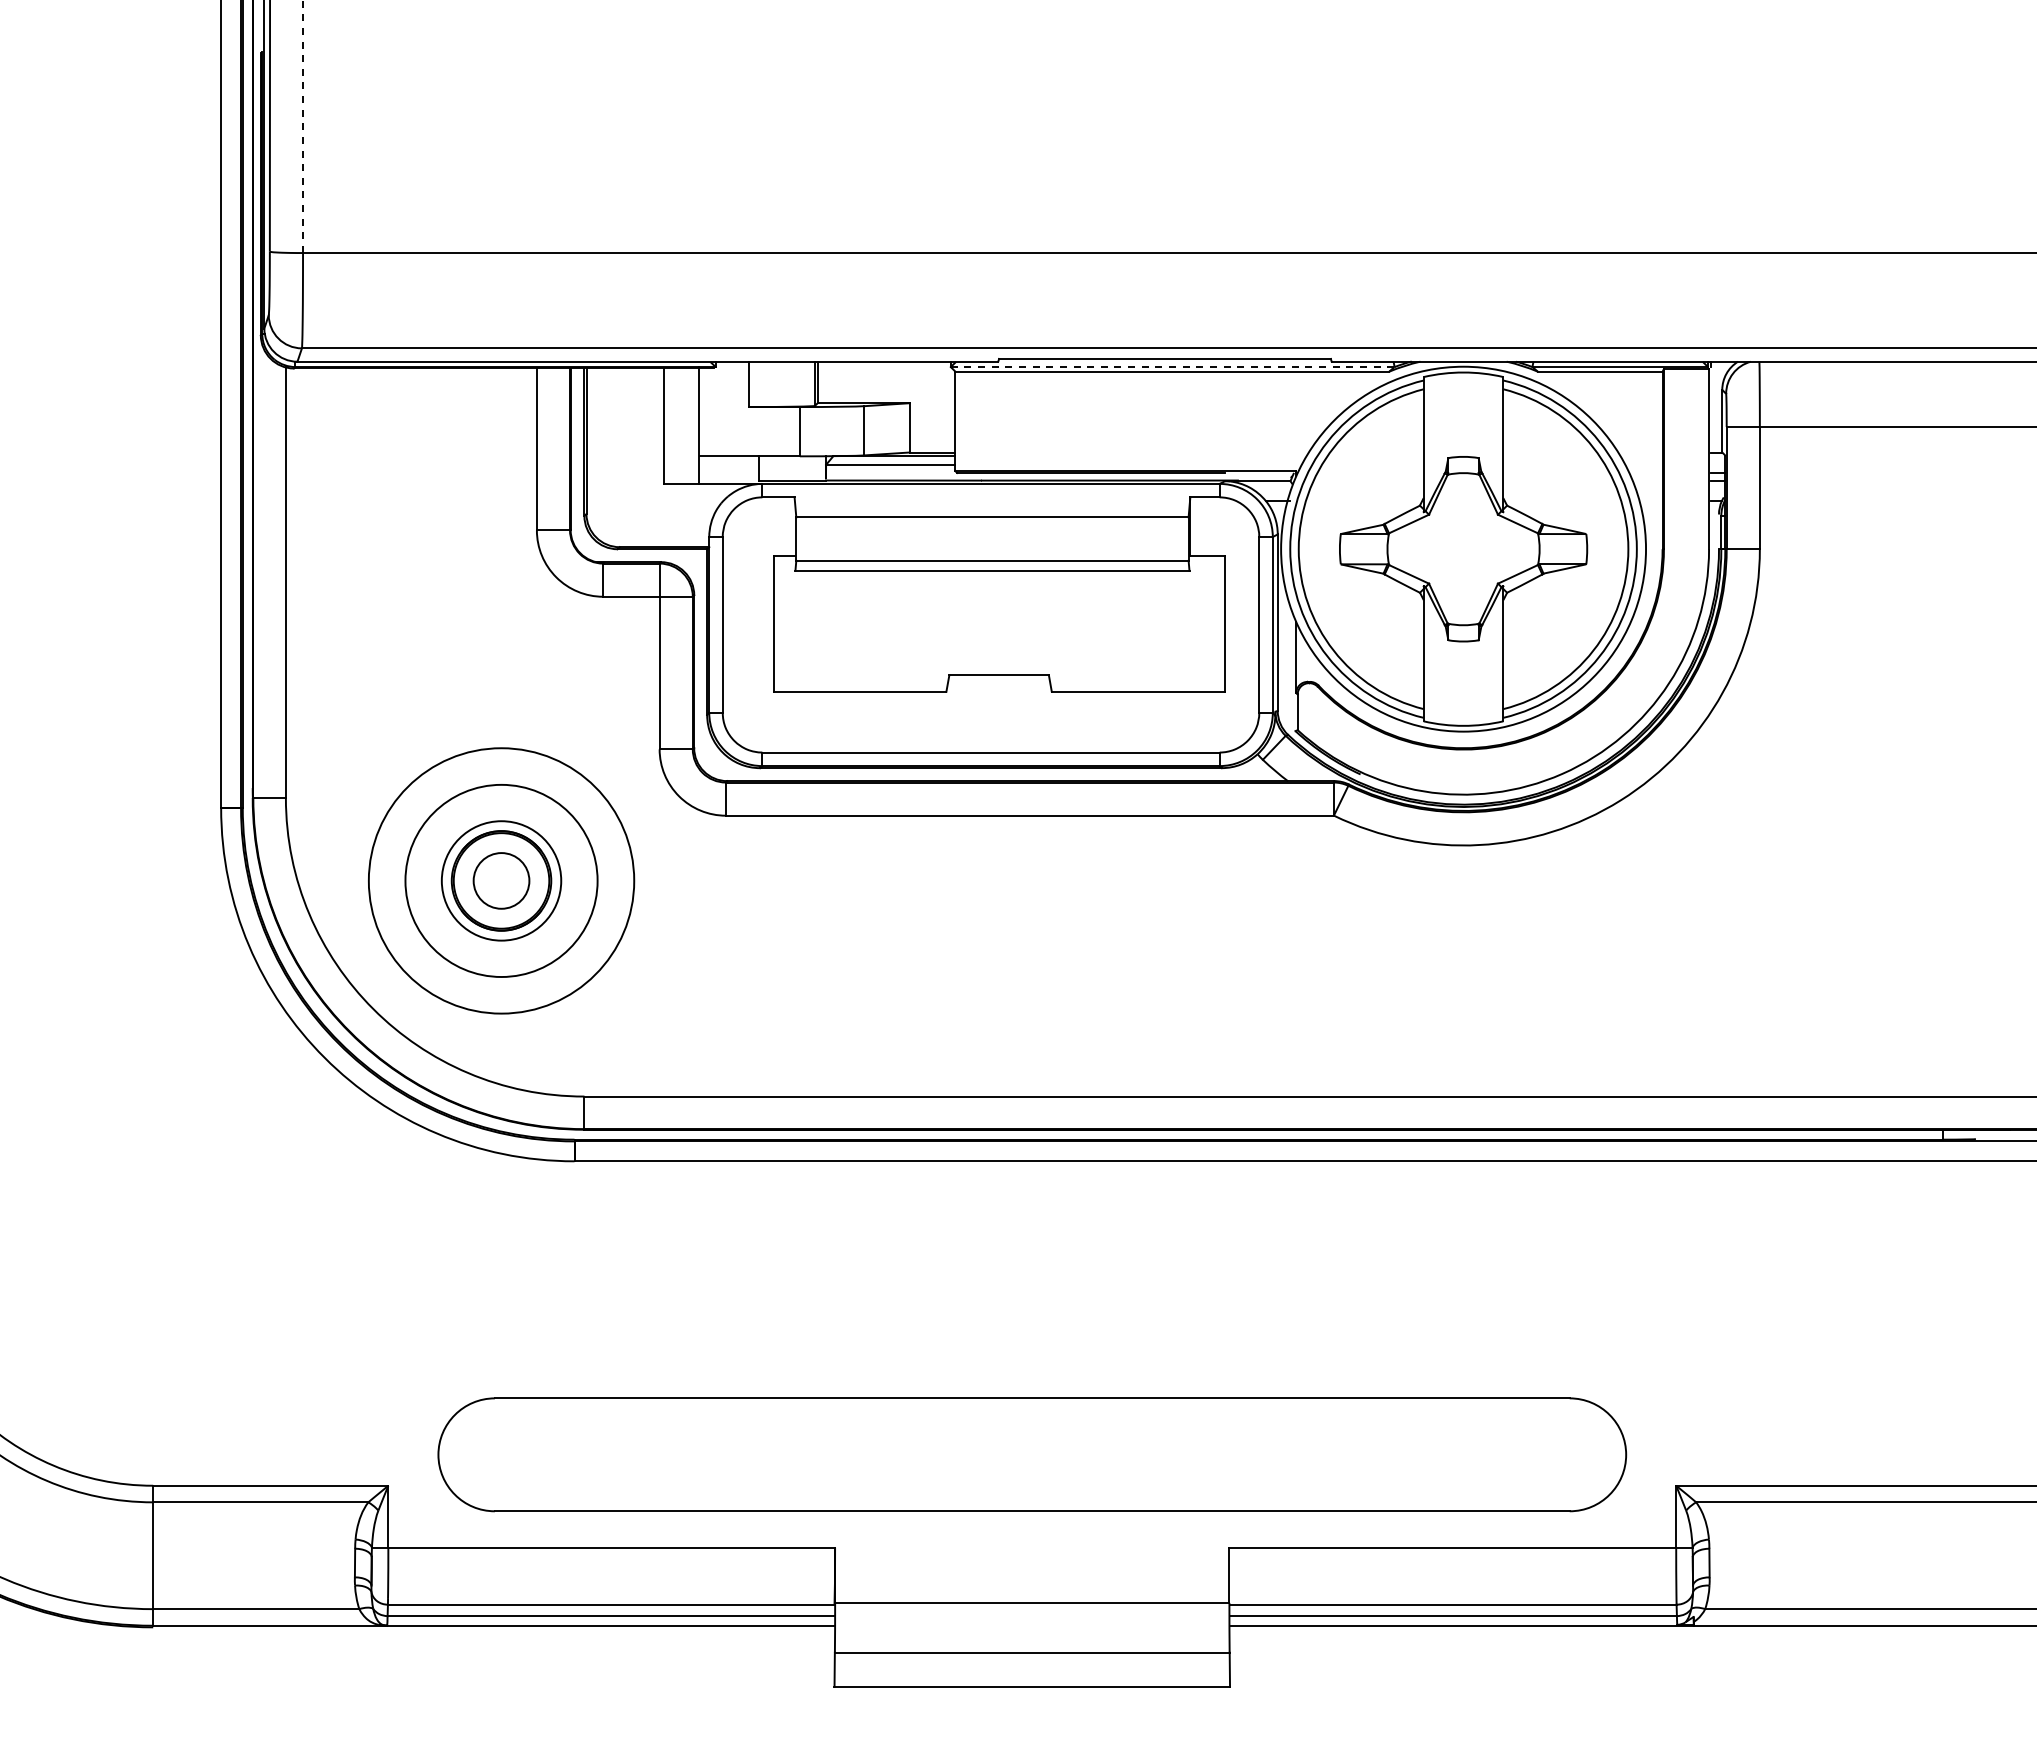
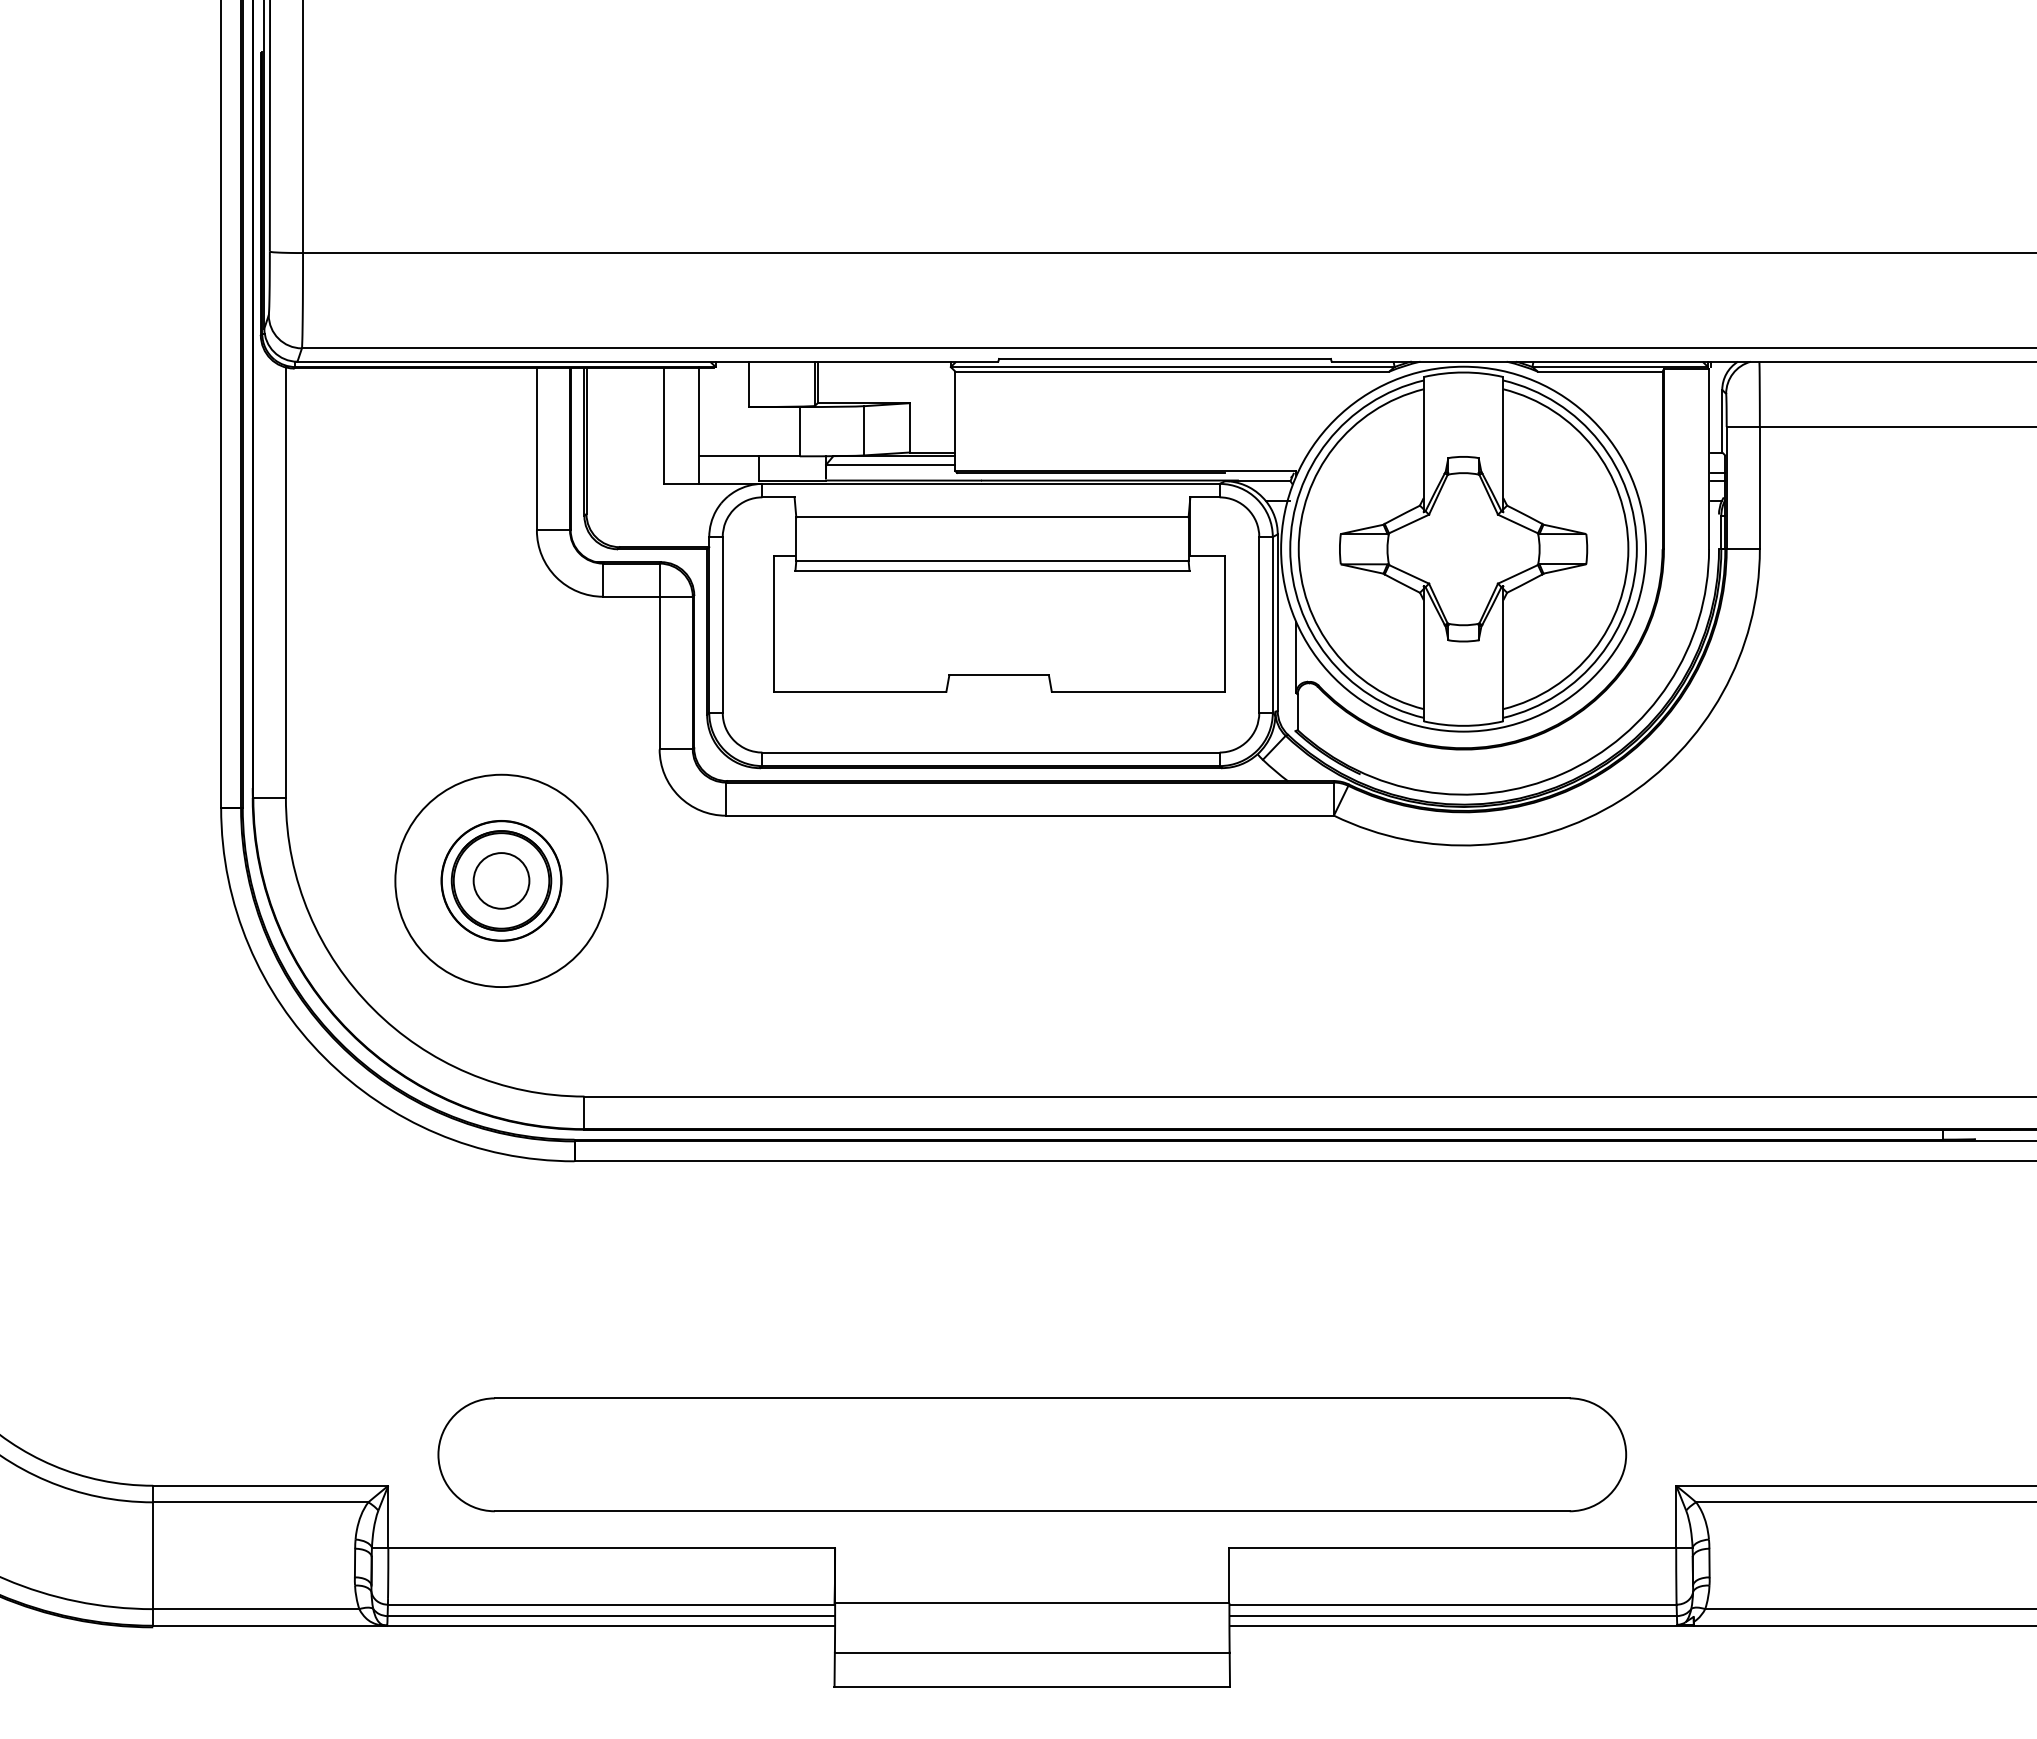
line at (303, 126): dashed -> solid
line at (1172, 367): dashed -> solid
circle at (501, 880) diameter: 192 px -> 120 px
circle at (501, 880) diameter: 265 px -> 212 px
